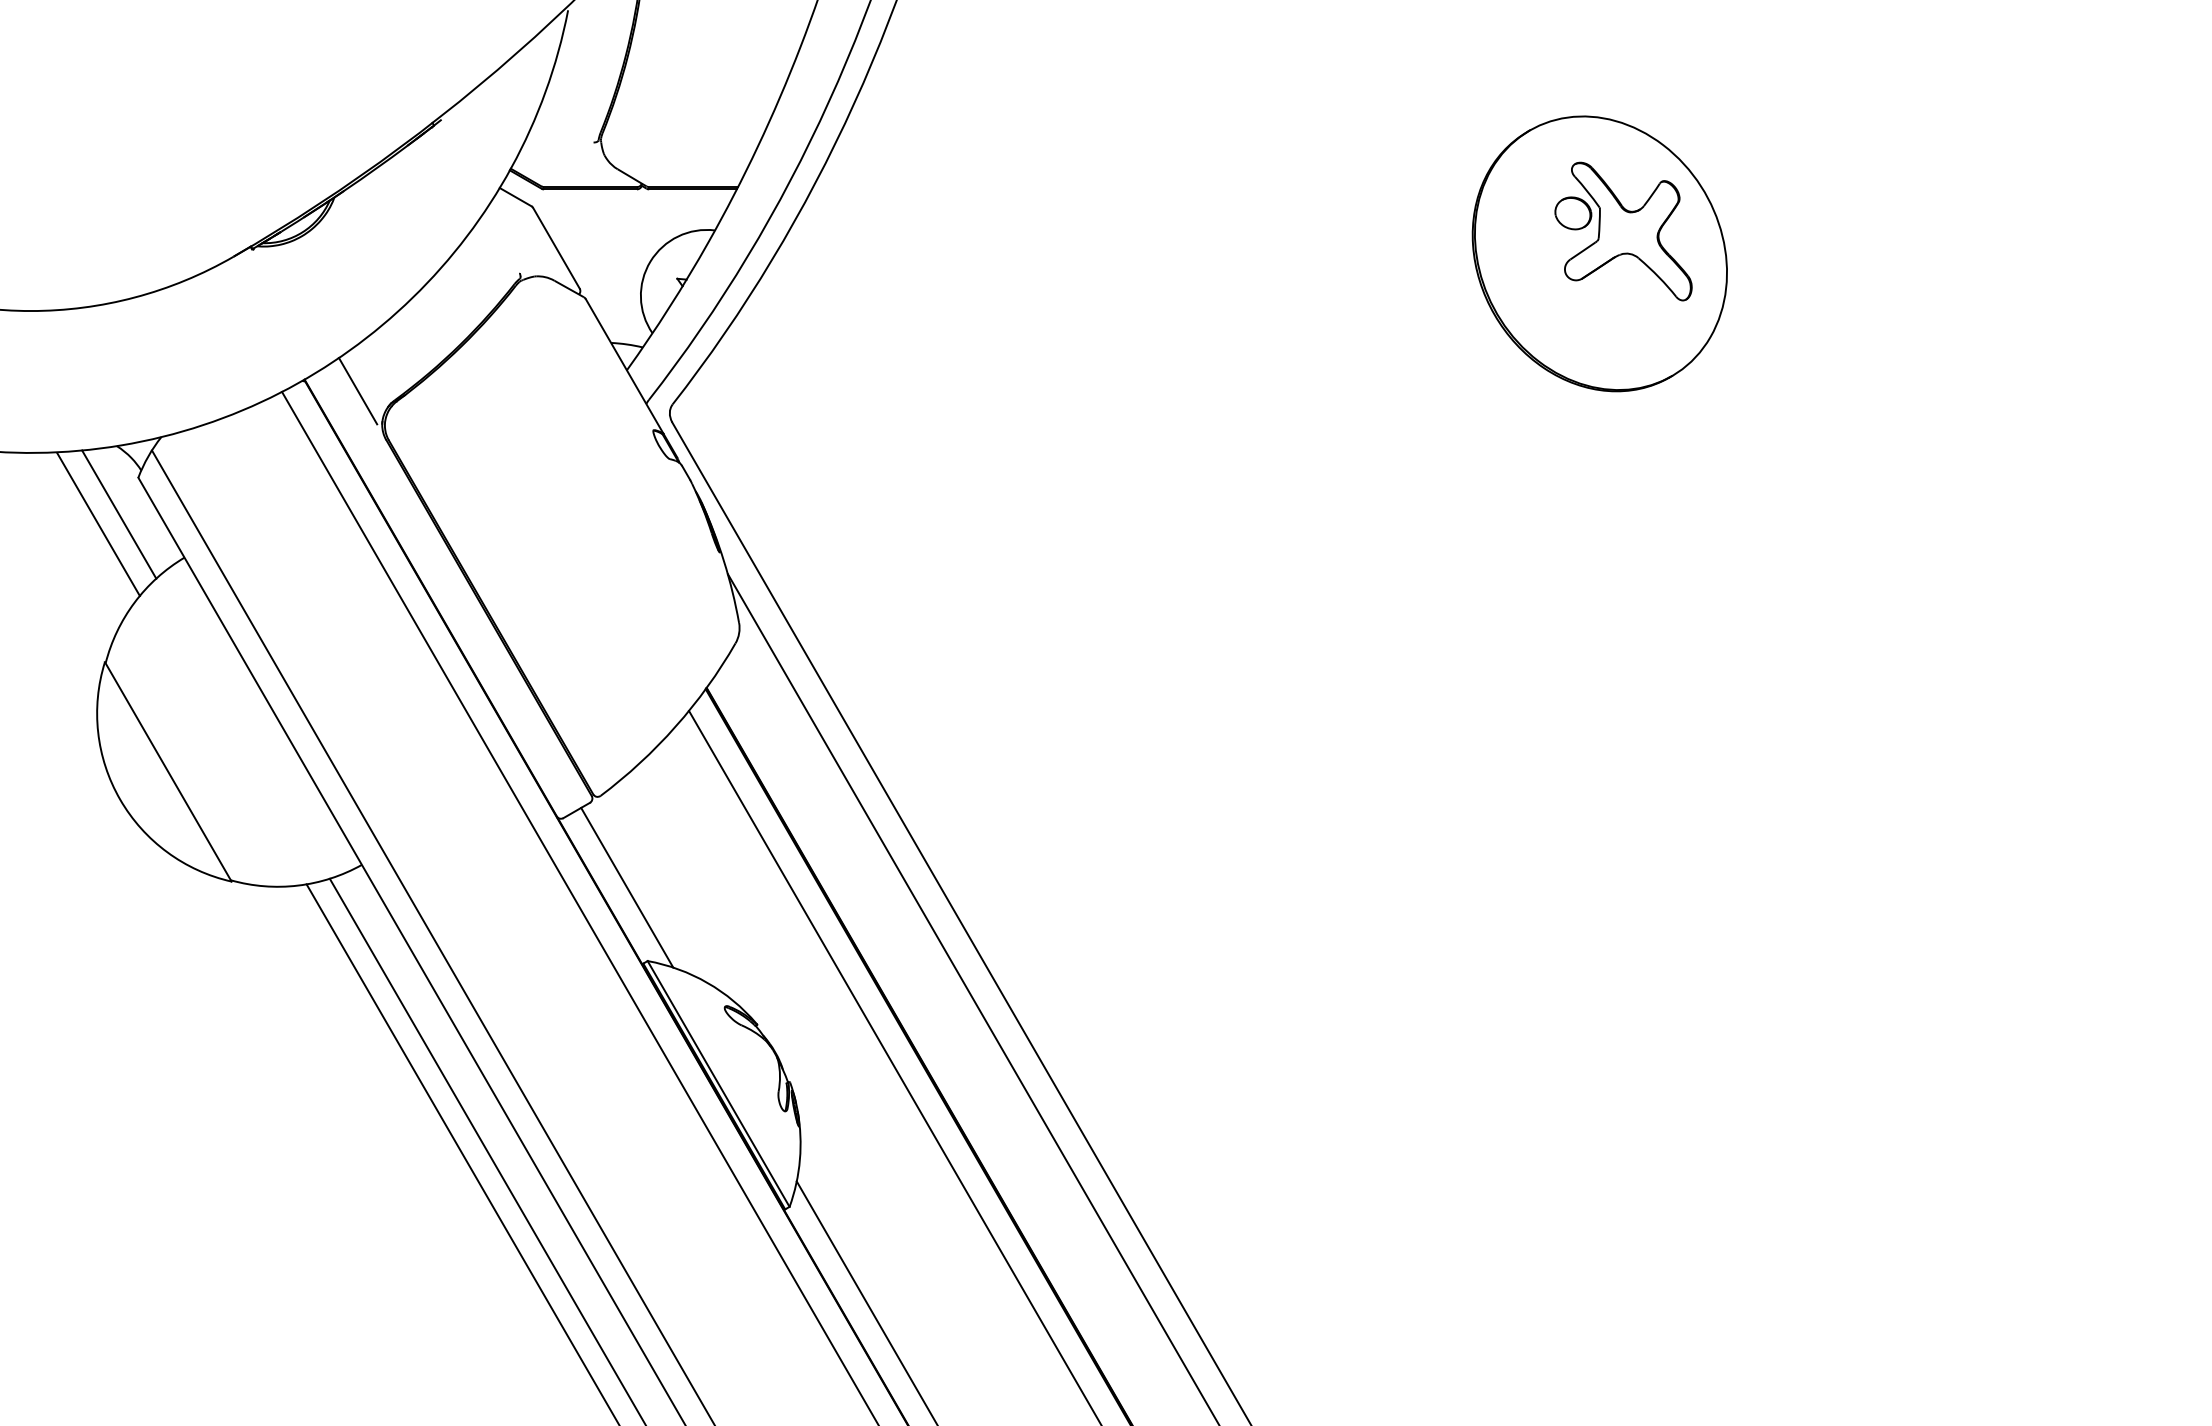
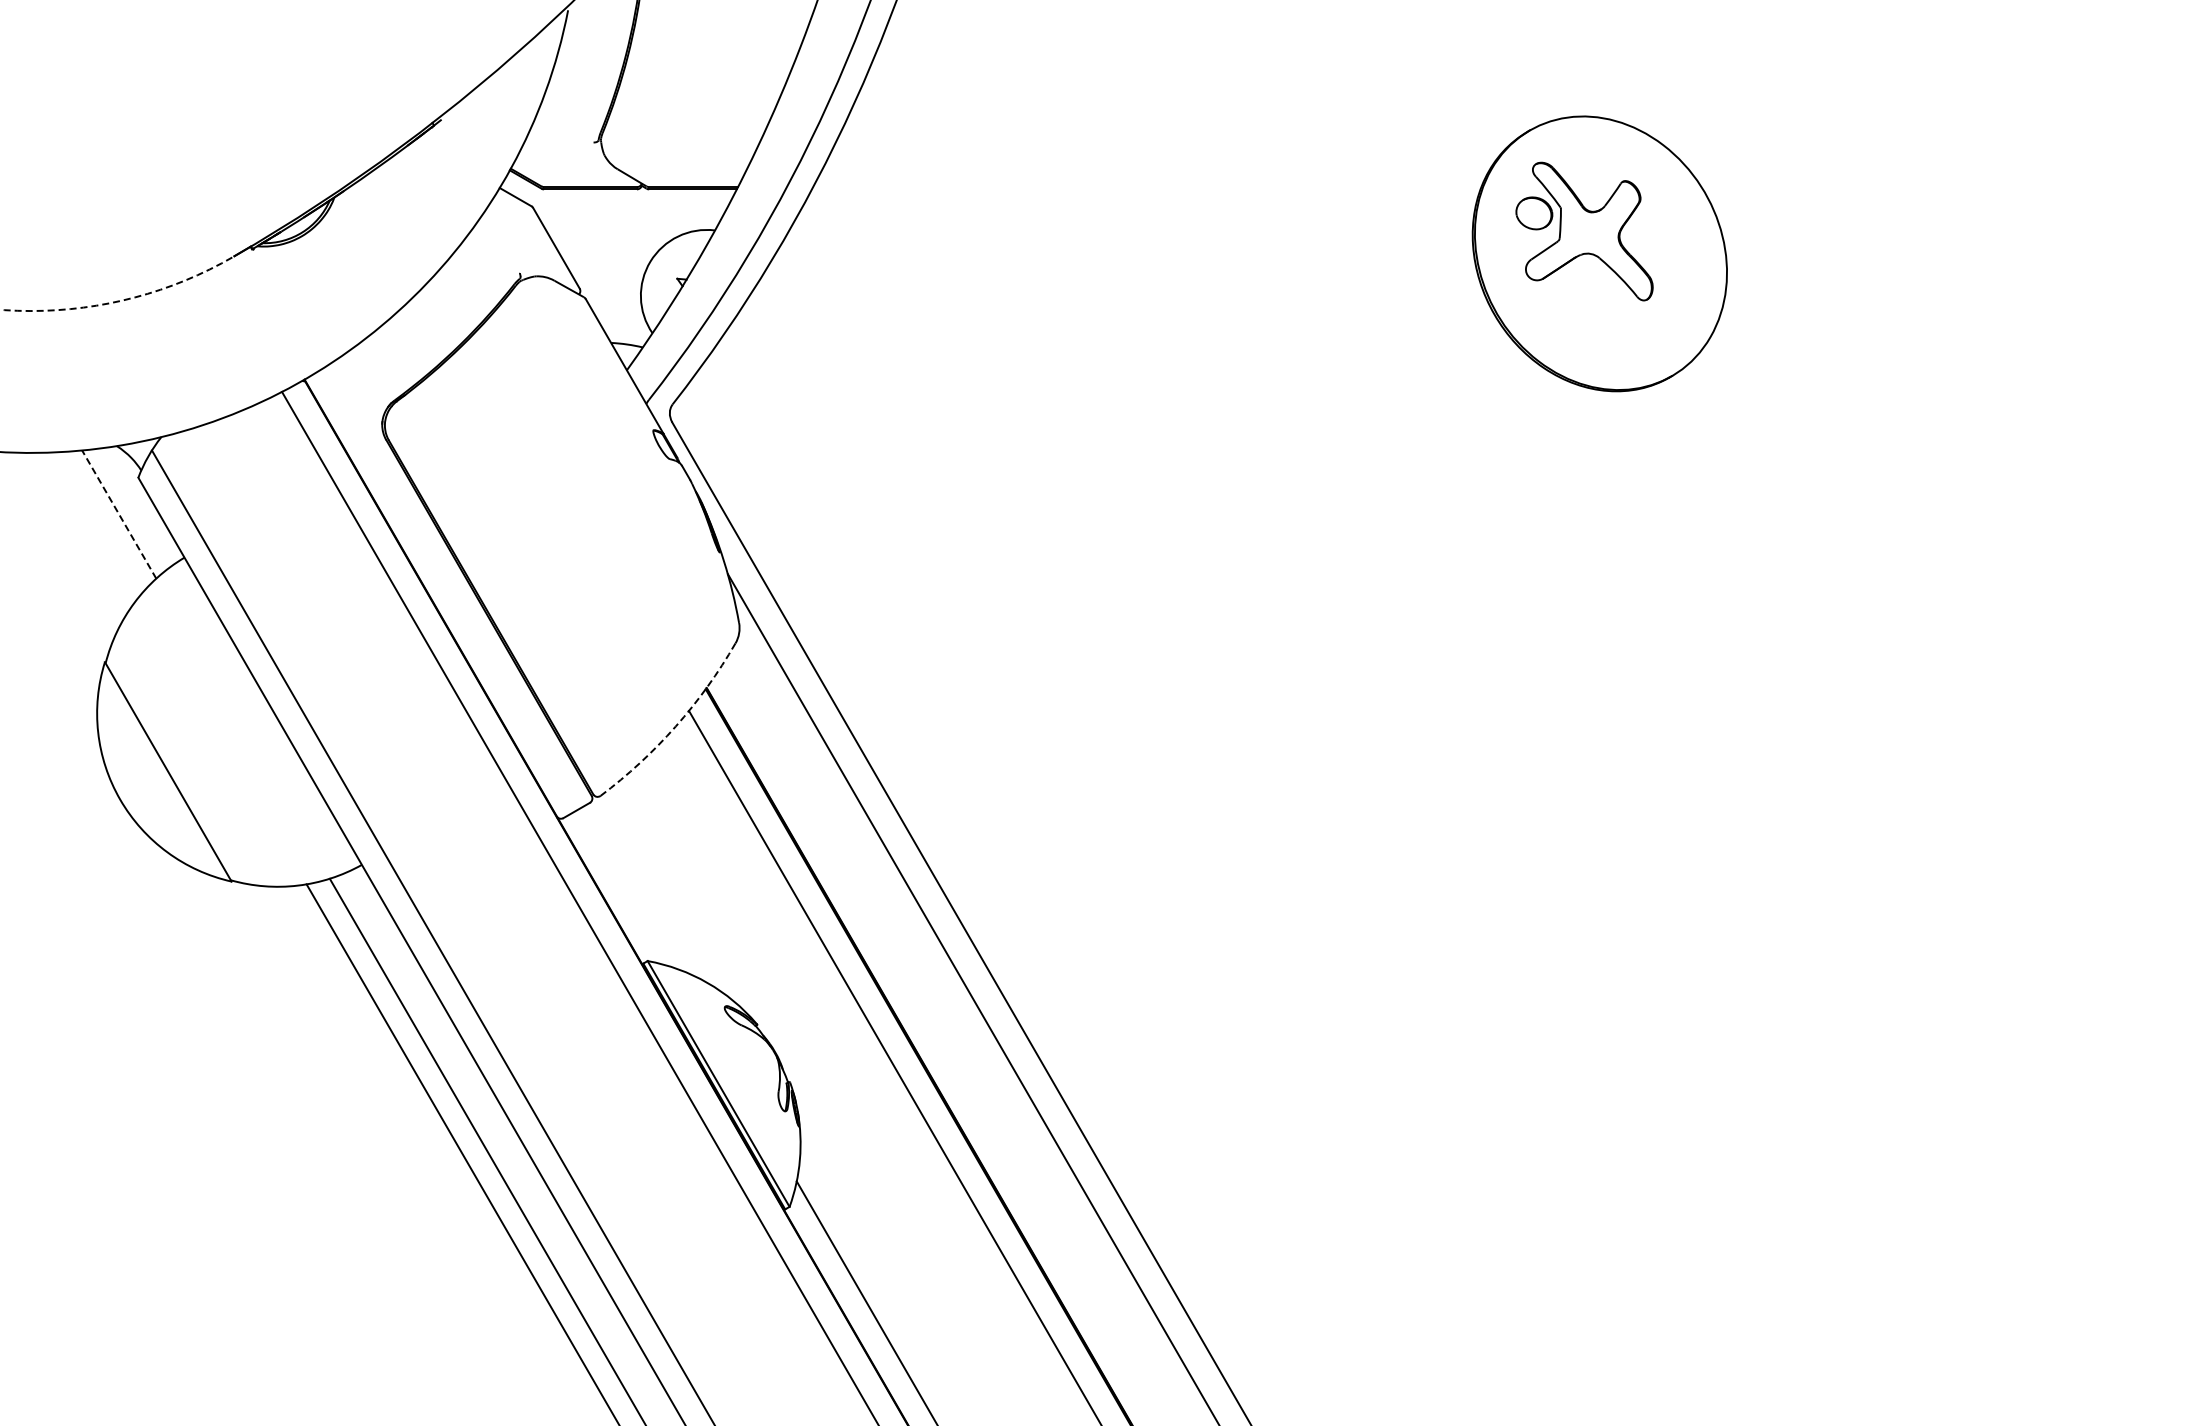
part at (1623, 231) position: (1623, 231) -> (1584, 231)
arc at (120, 300): solid -> dashed
line at (357, 390): present -> none
line at (118, 514): solid -> dashed
line at (98, 524): present -> none
arc at (675, 726): solid -> dashed
line at (627, 887): present -> none
